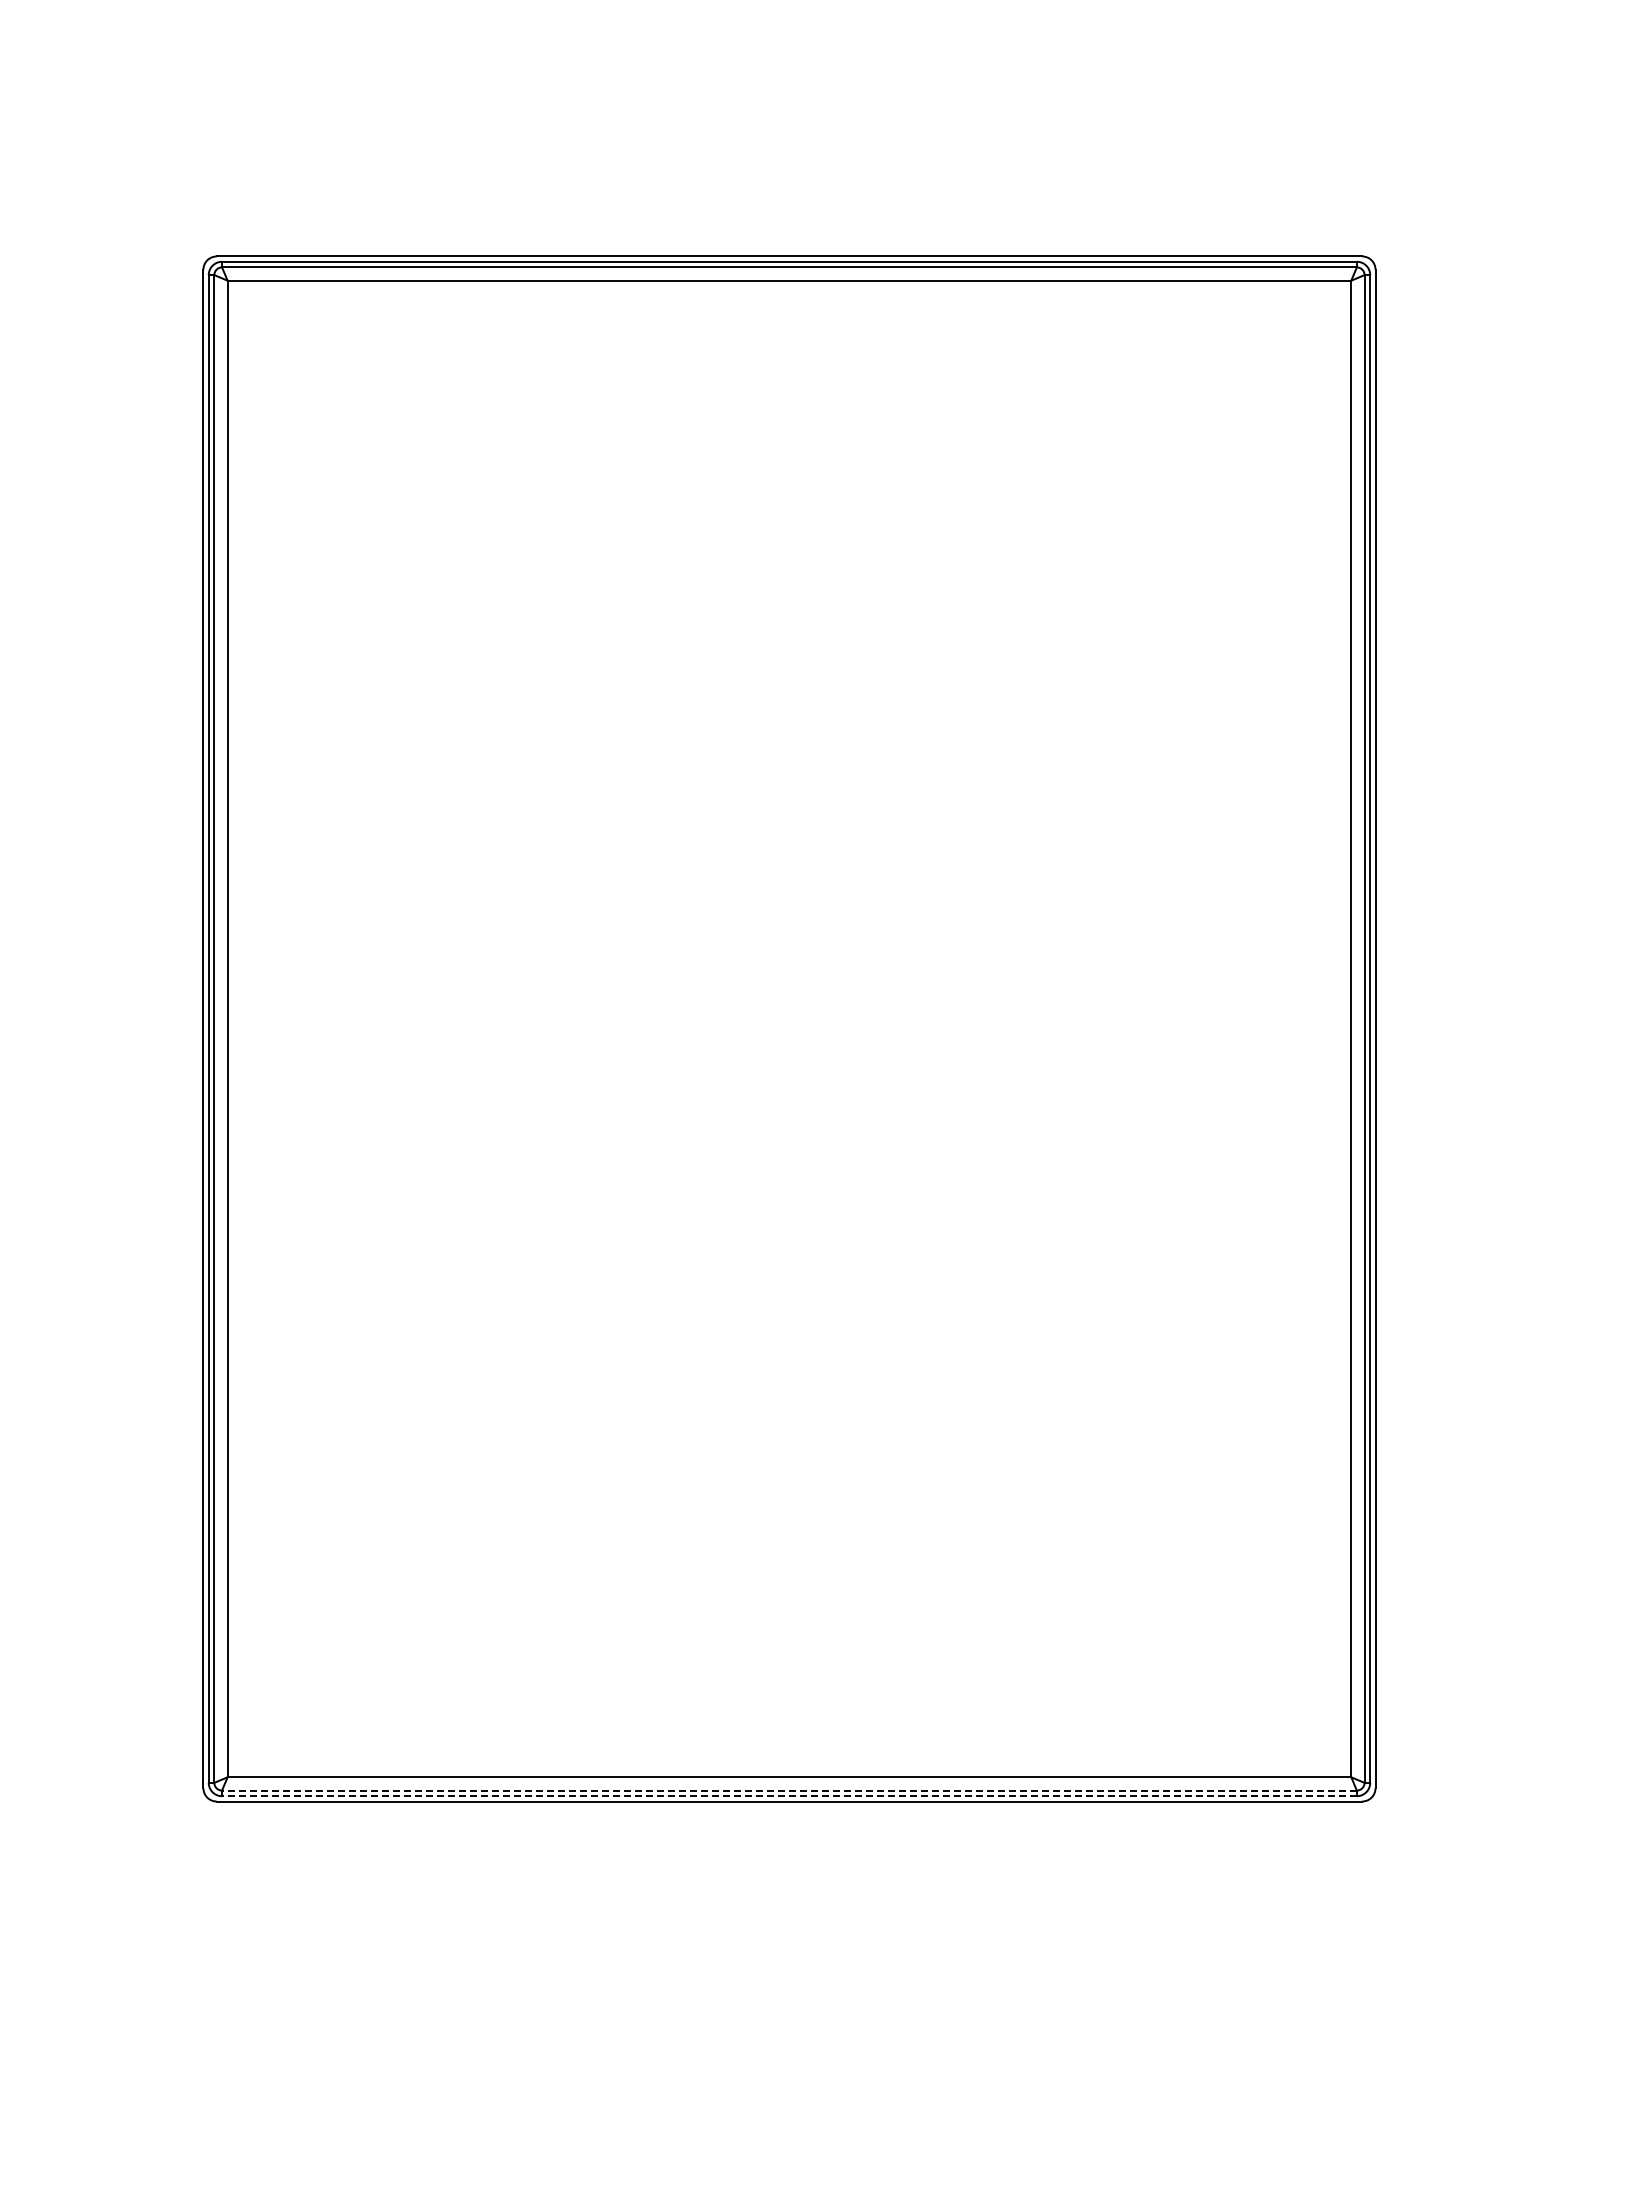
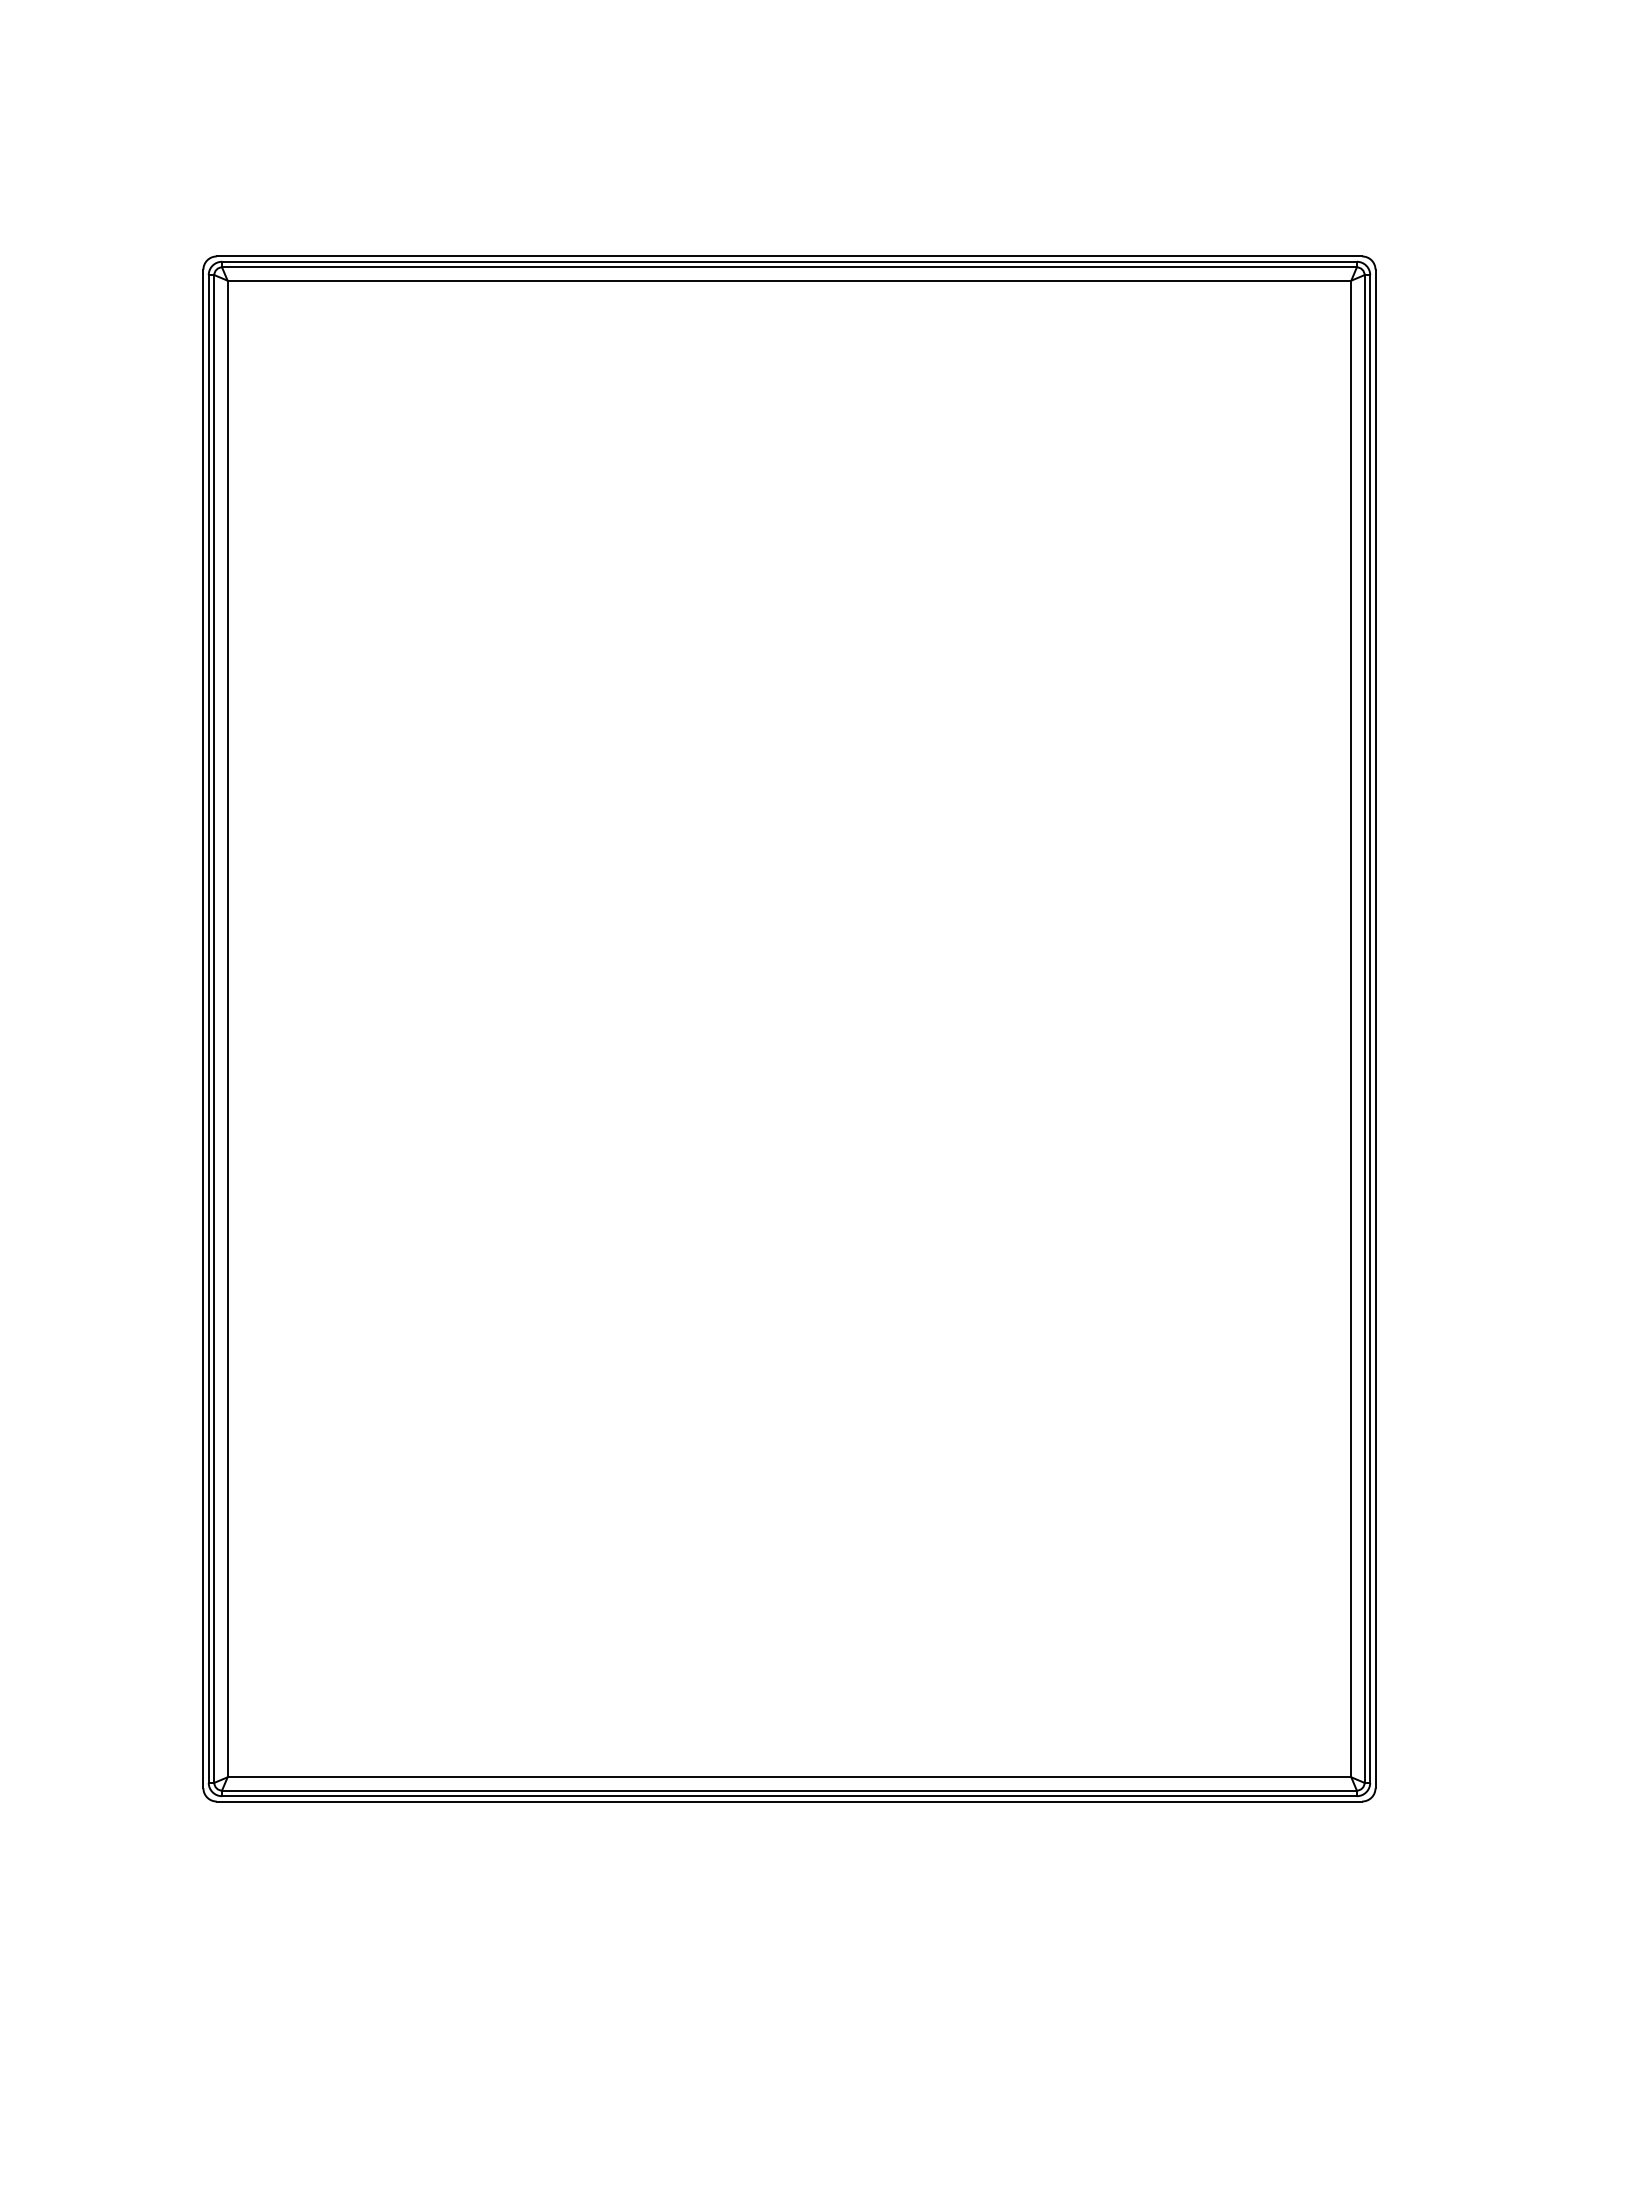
line at (788, 1790): dashed -> solid
line at (788, 1796): dashed -> solid
